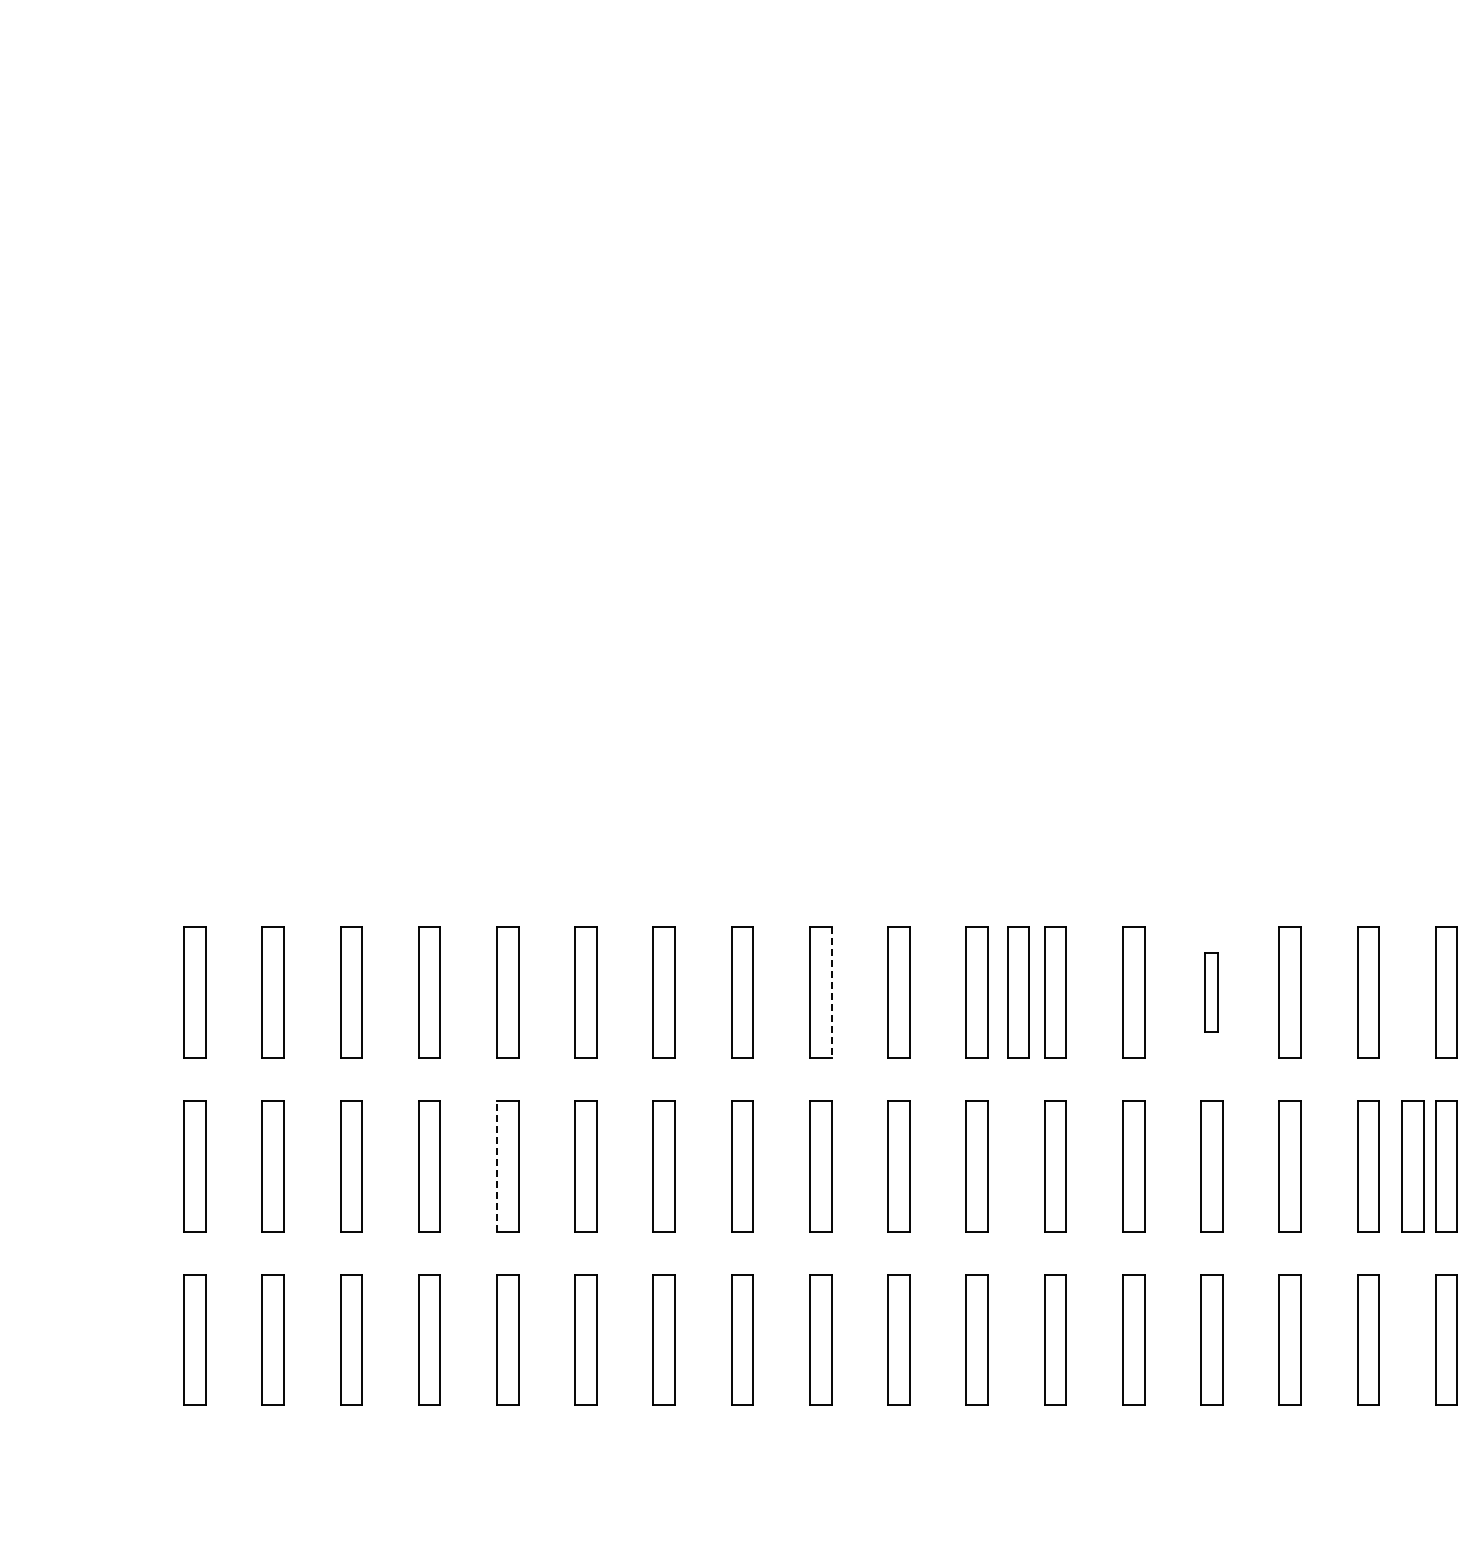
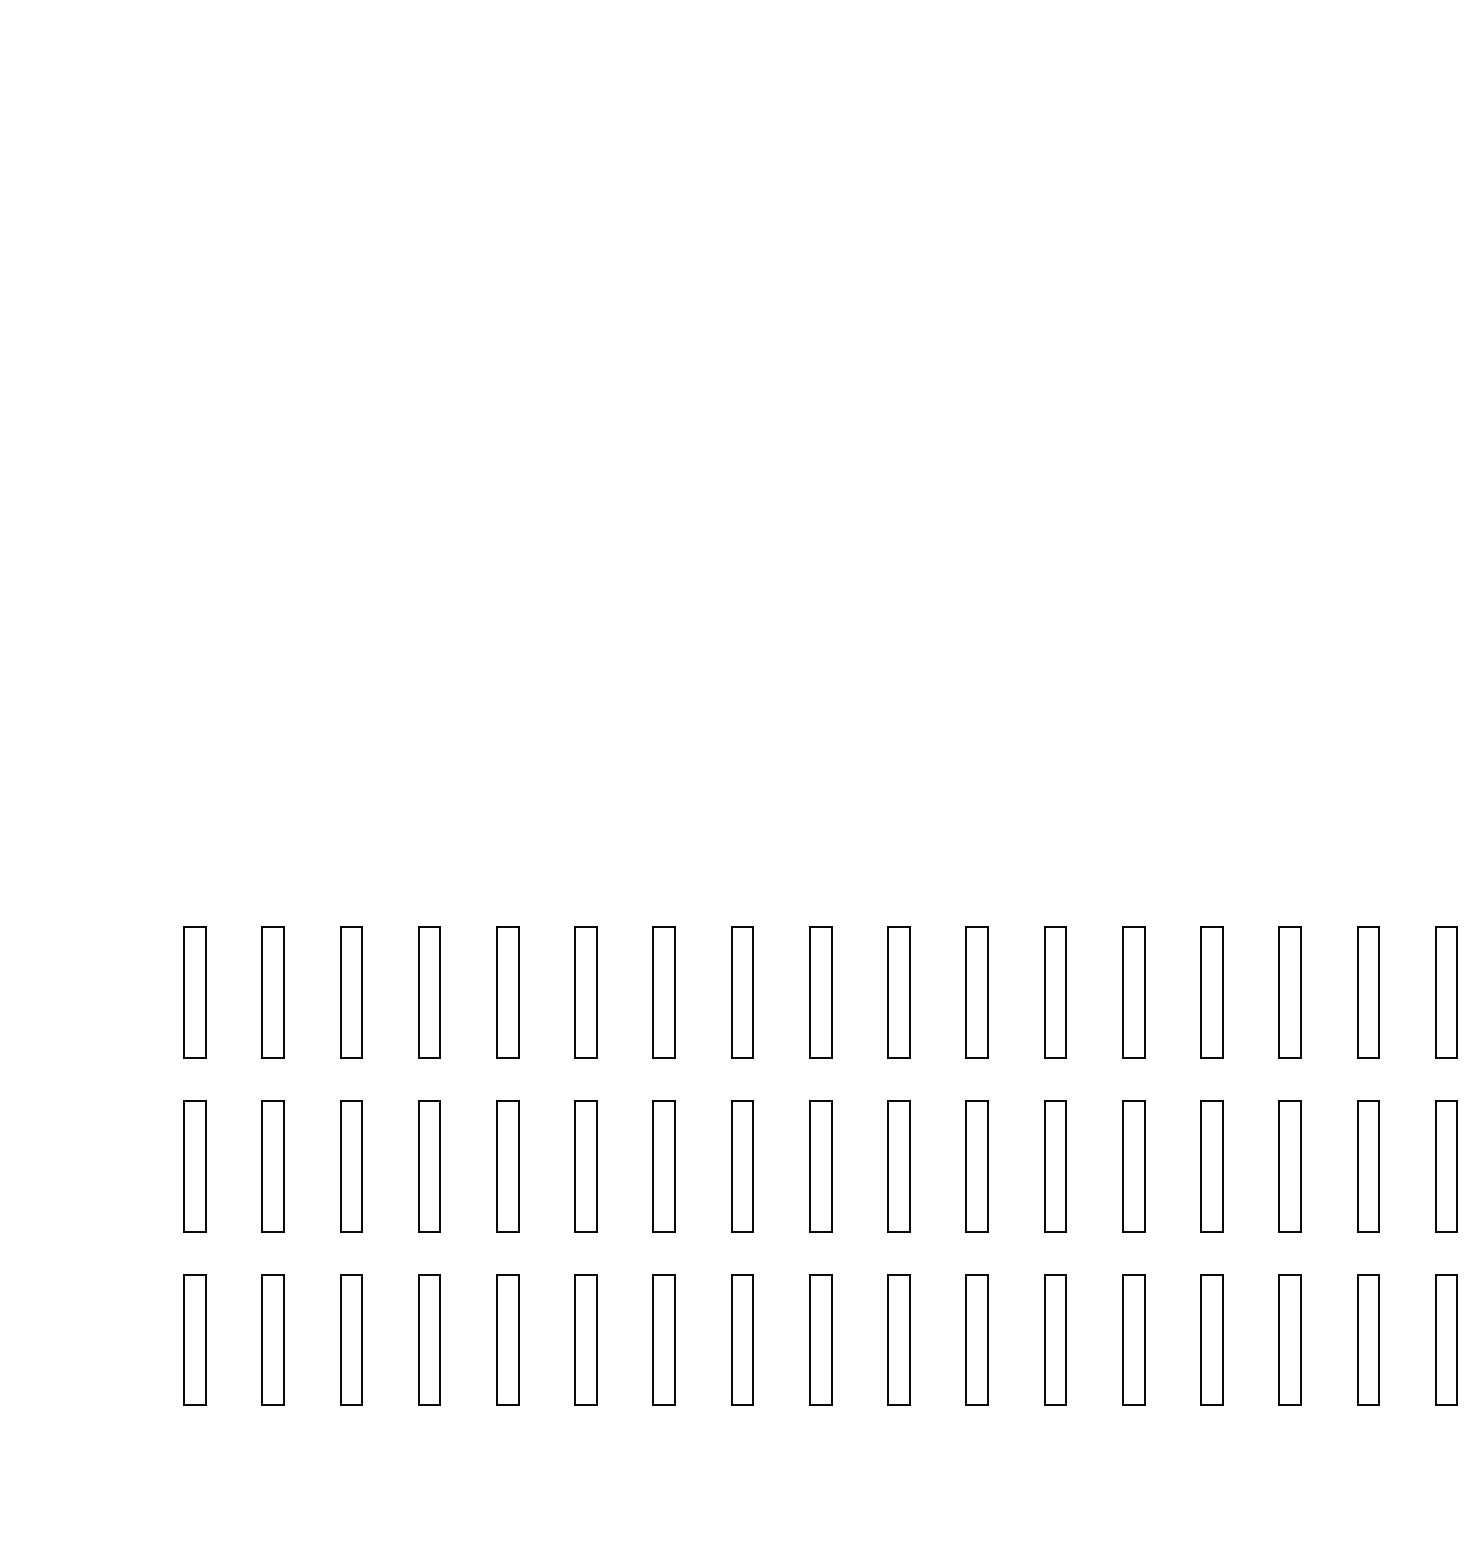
part at (1018, 992): present -> none
part at (1211, 992) size: 15x81 px -> 24x133 px
line at (831, 993): dashed -> solid
line at (496, 1165): dashed -> solid
part at (1412, 1166): present -> none
